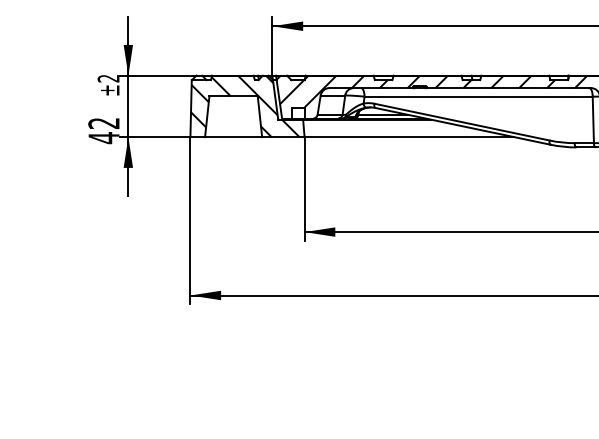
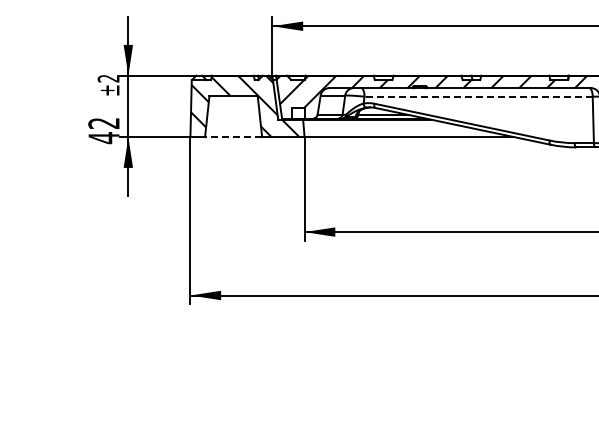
line at (478, 96): solid -> dashed
line at (233, 137): solid -> dashed
